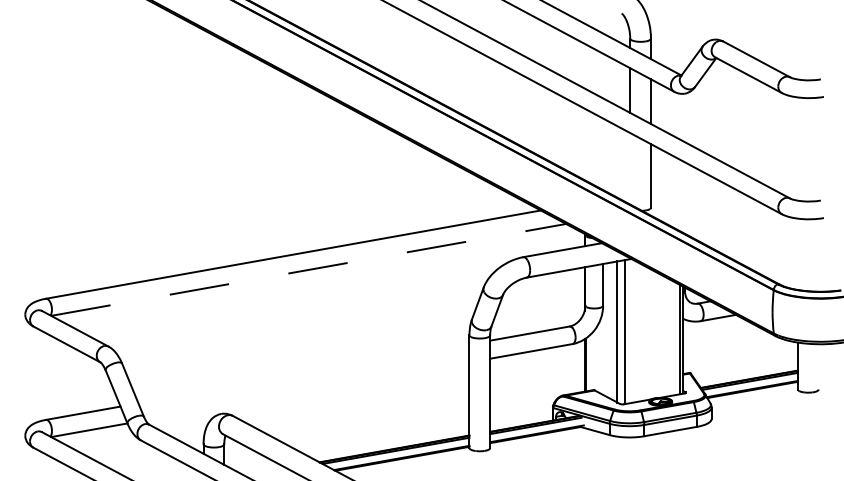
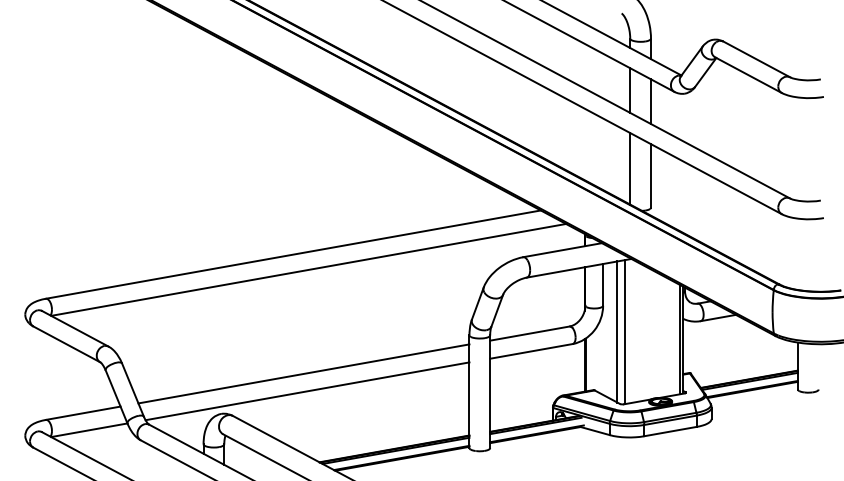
line at (630, 168): none -> present
line at (309, 269): dashed -> solid
line at (303, 373): none -> present
line at (307, 391): none -> present
